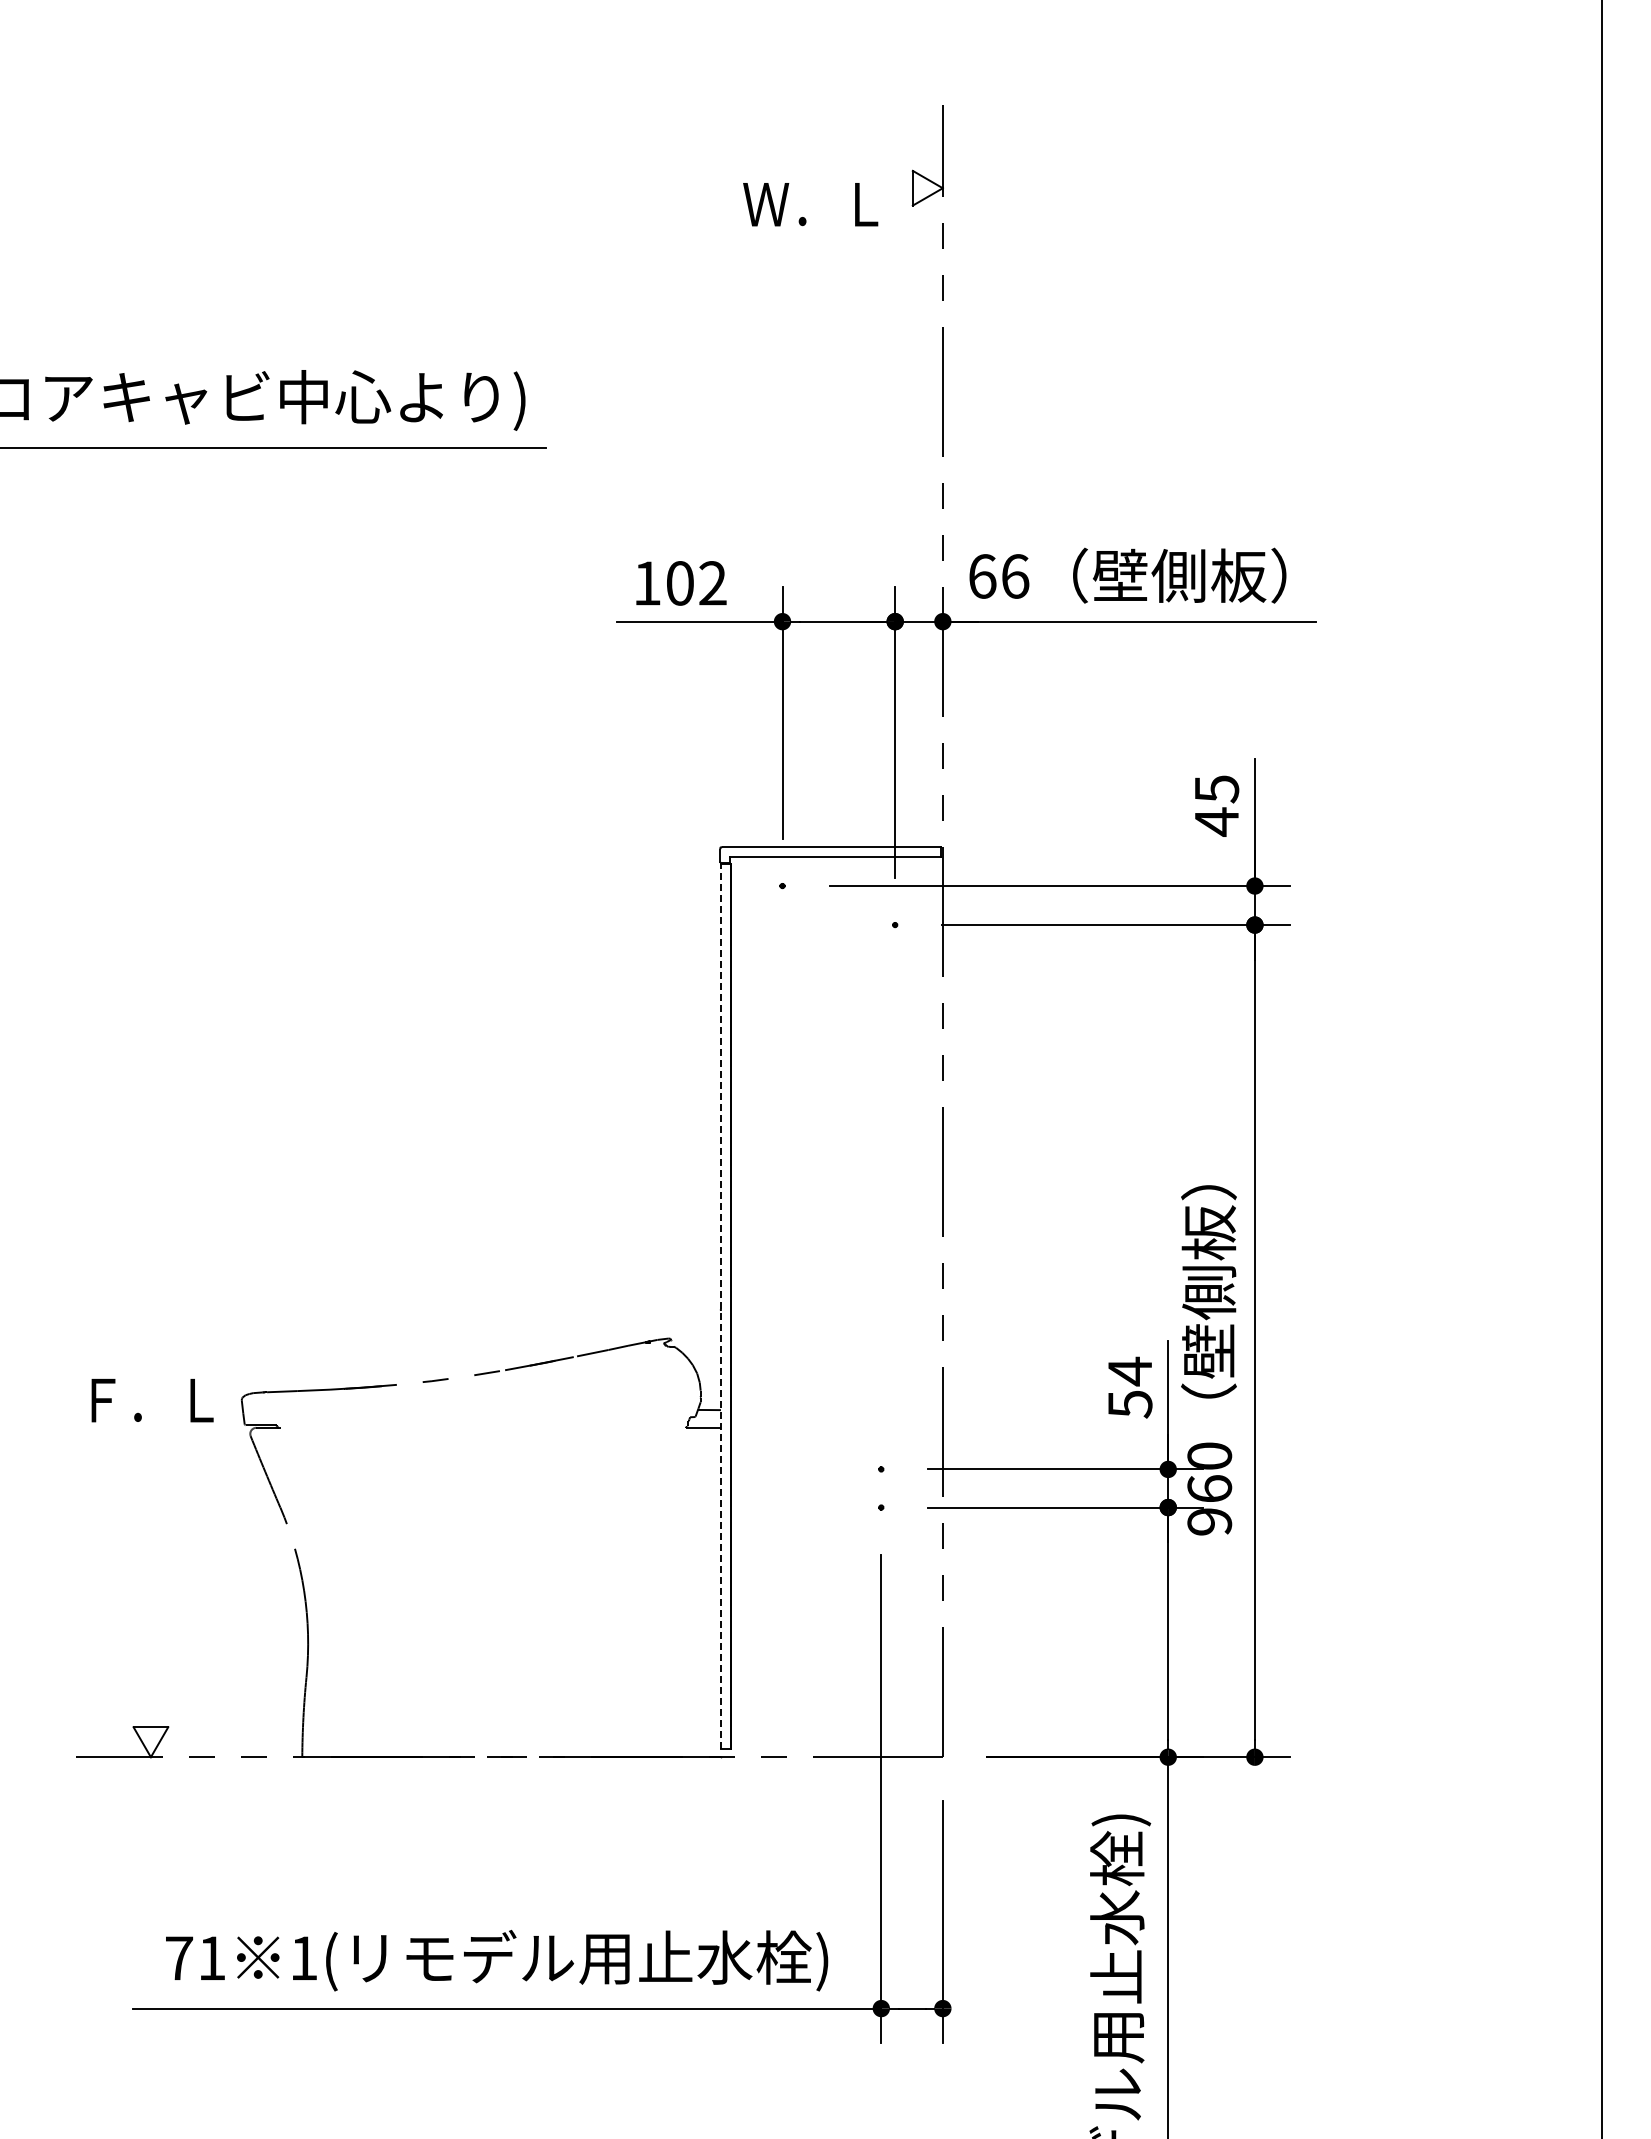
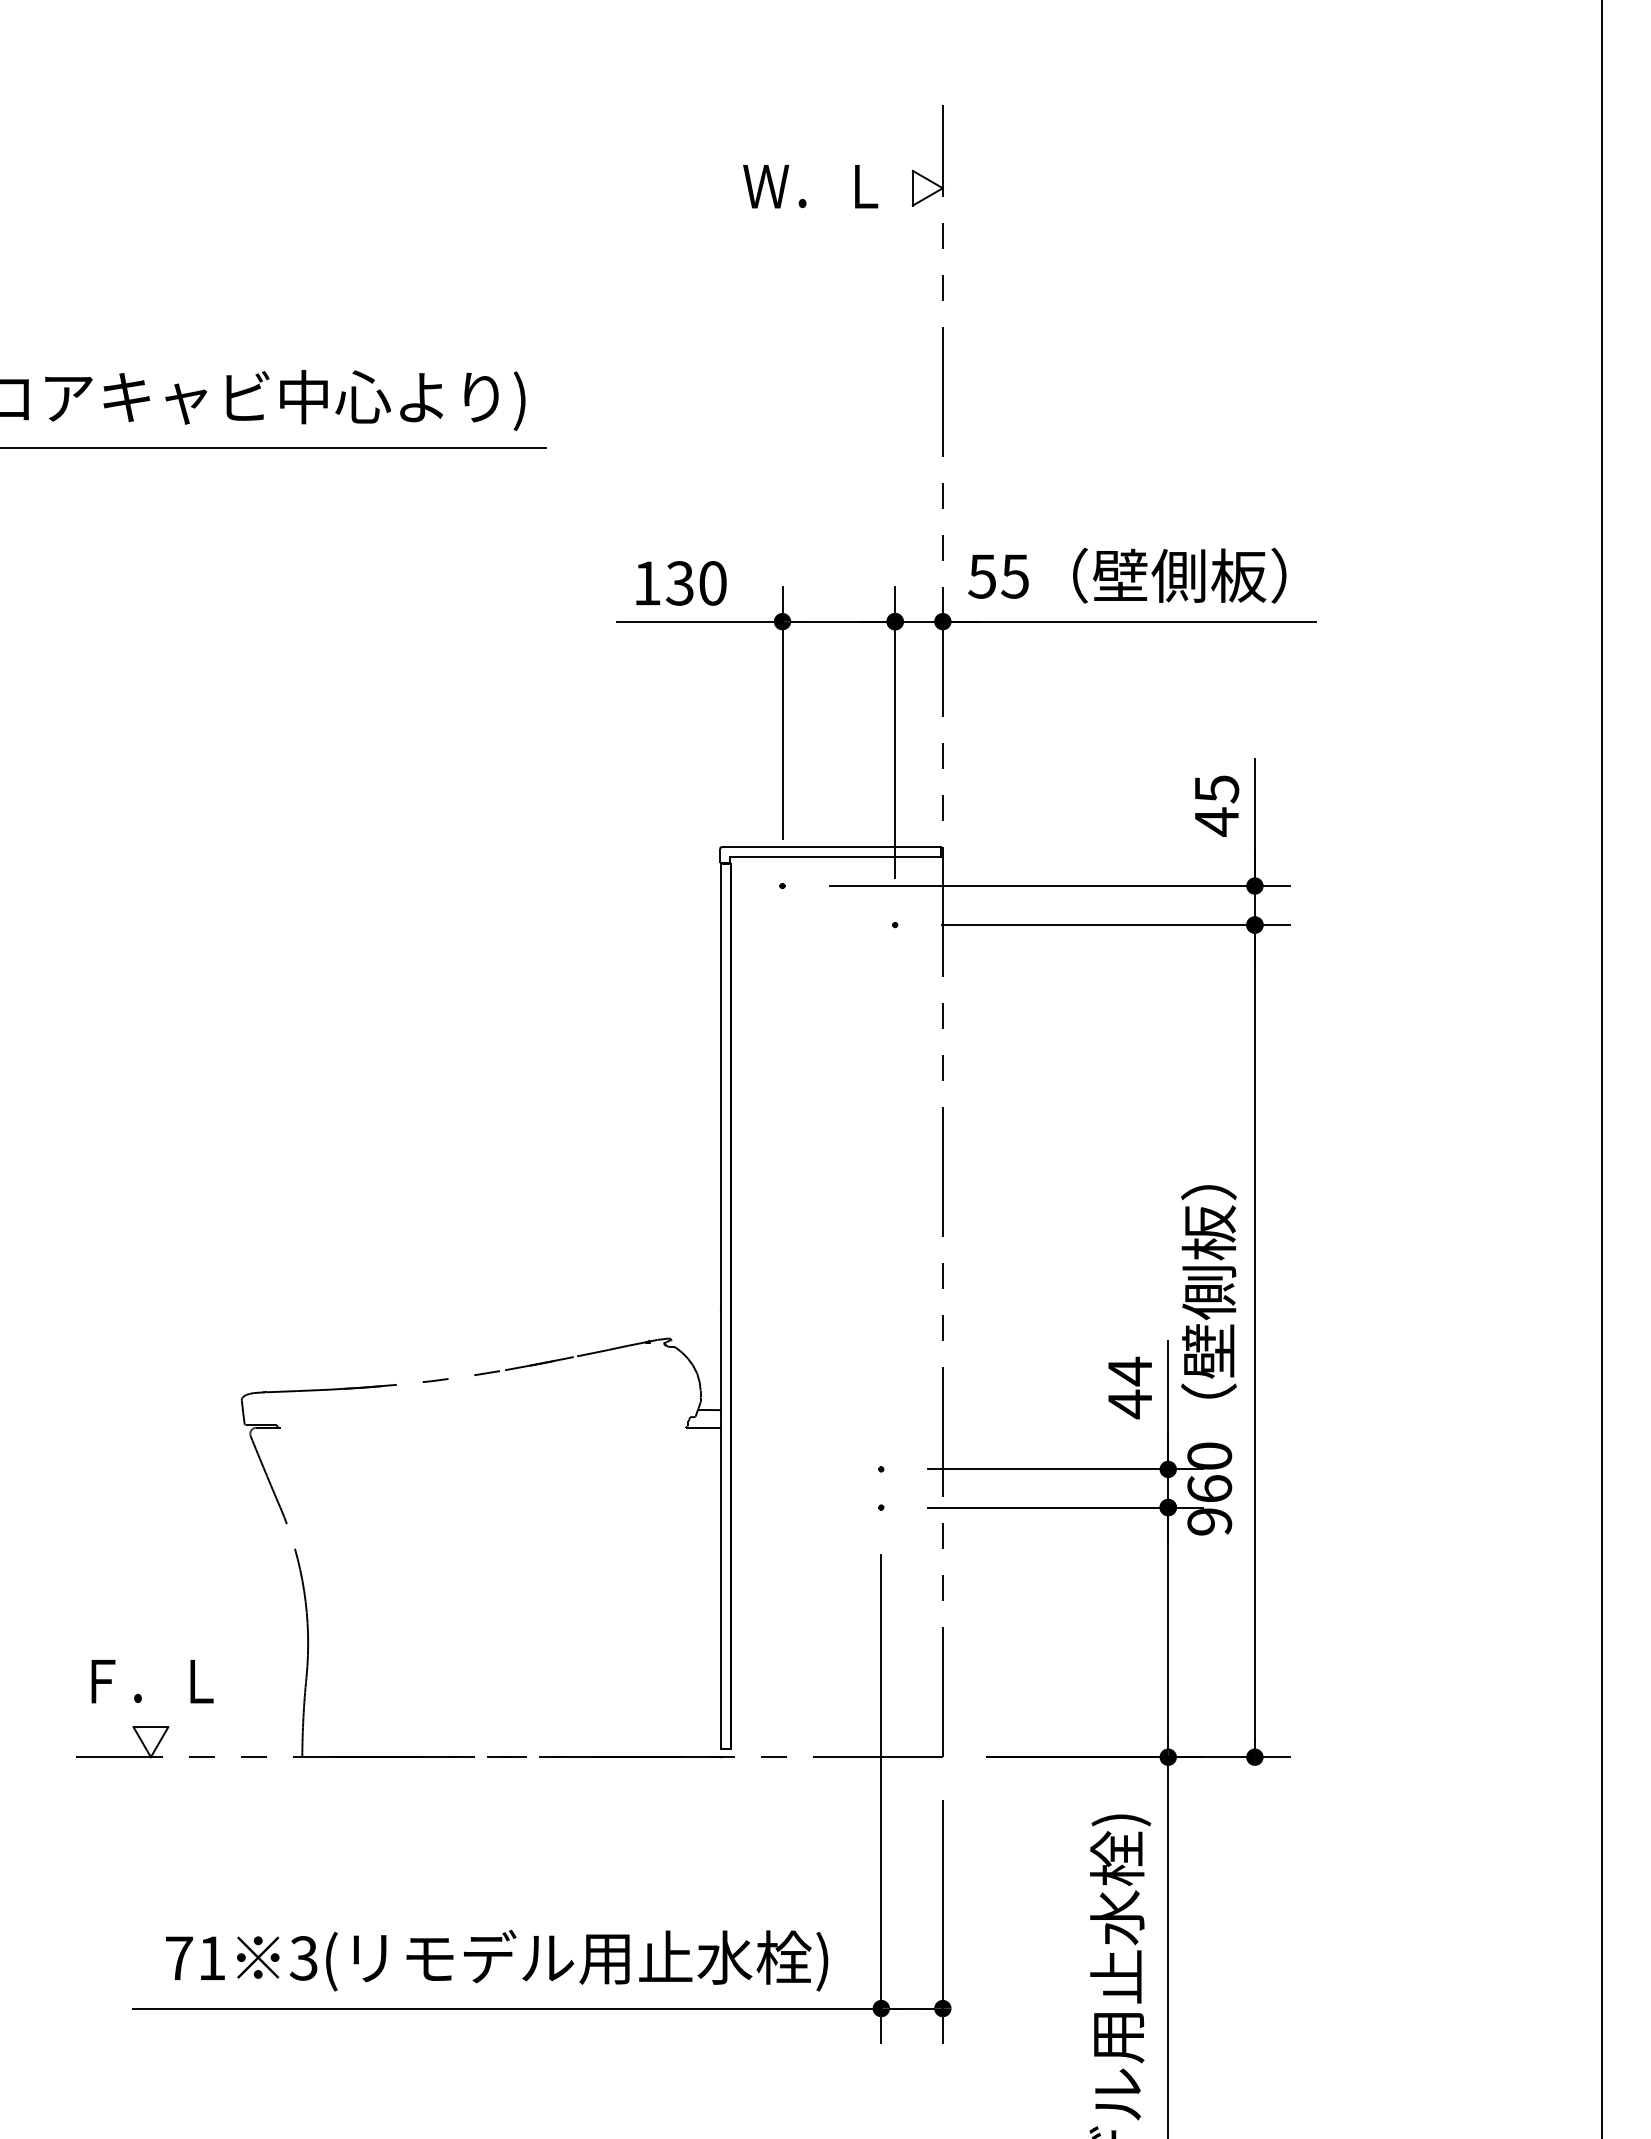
text at (810, 204) position: (810, 204) -> (810, 186)
text at (998, 576): 66 -> 55
text at (696, 583): 102 -> 130
line at (720, 1305): dashed -> solid
text at (152, 1400) position: (152, 1400) -> (152, 1681)
text at (1130, 1404): 54 -> 44
text at (303, 1958): 1( -> 3(
